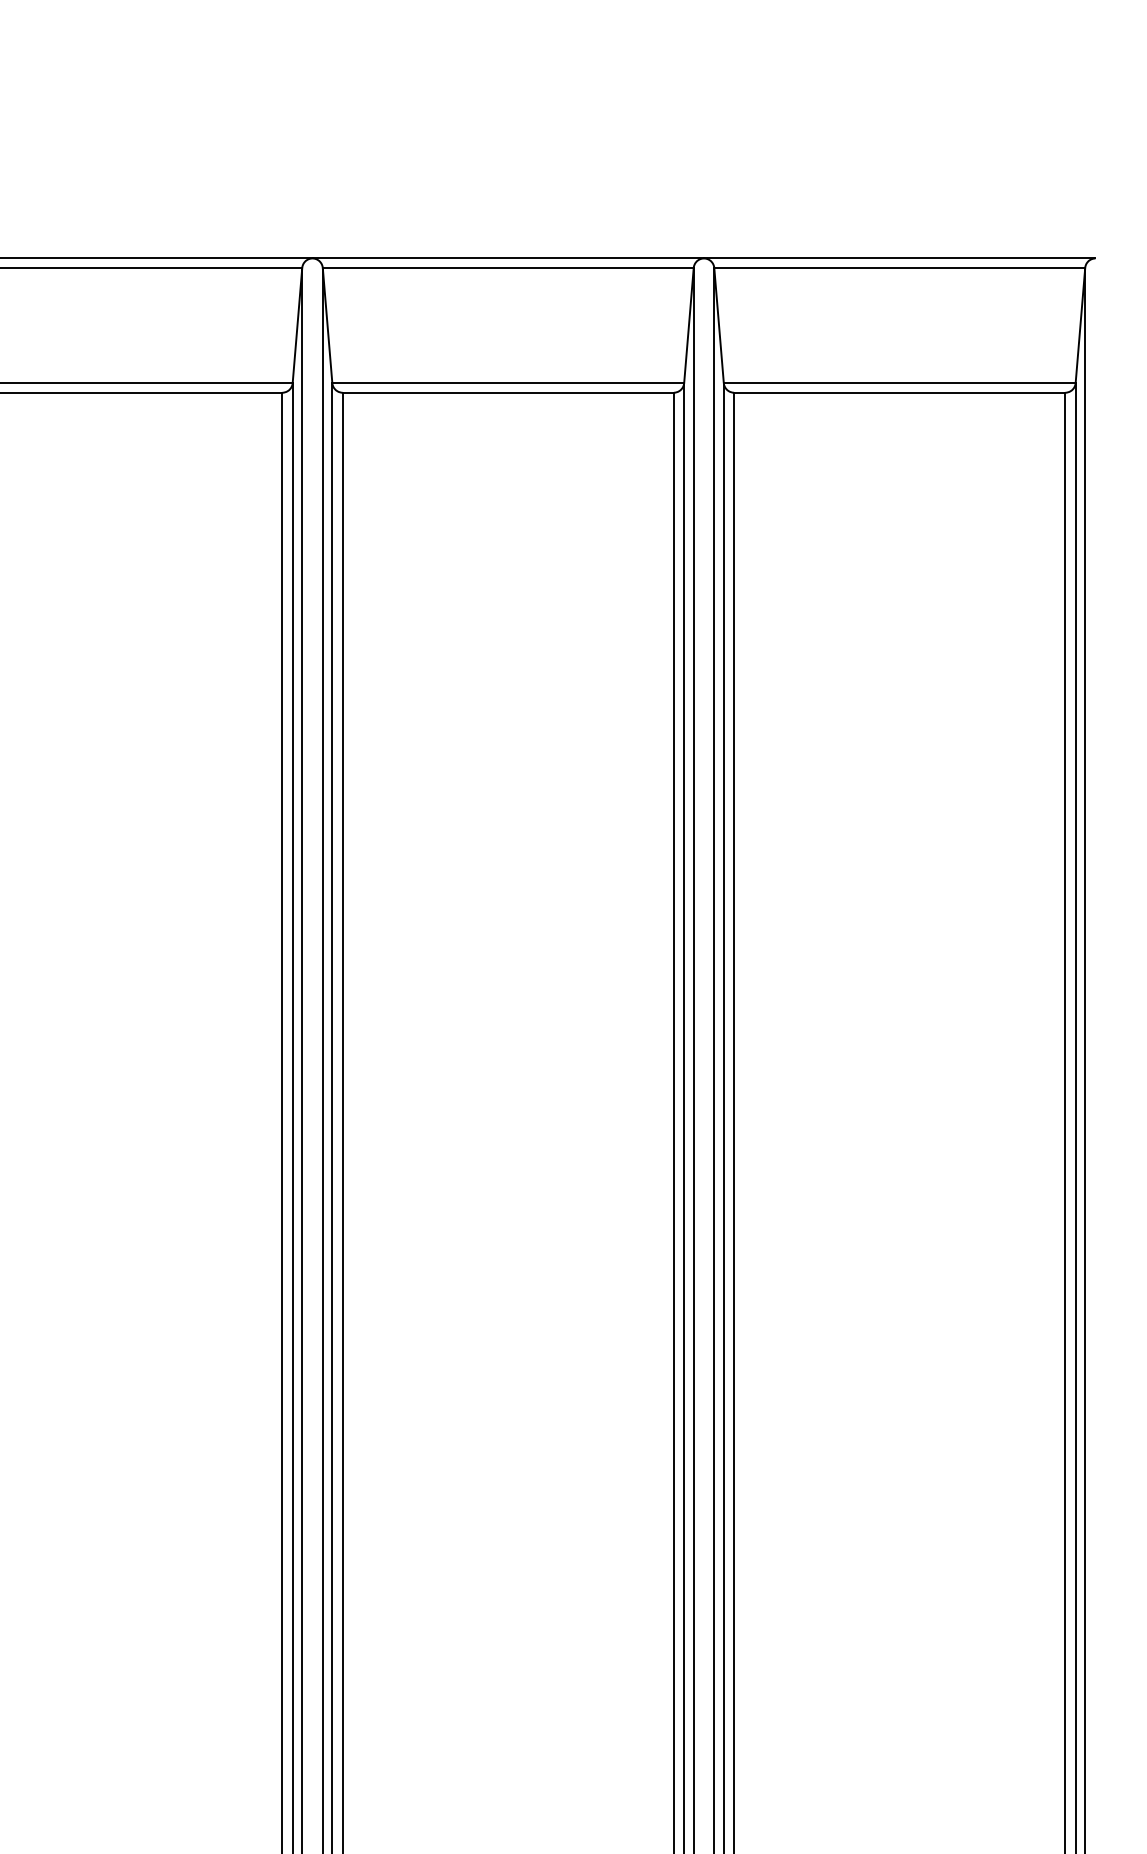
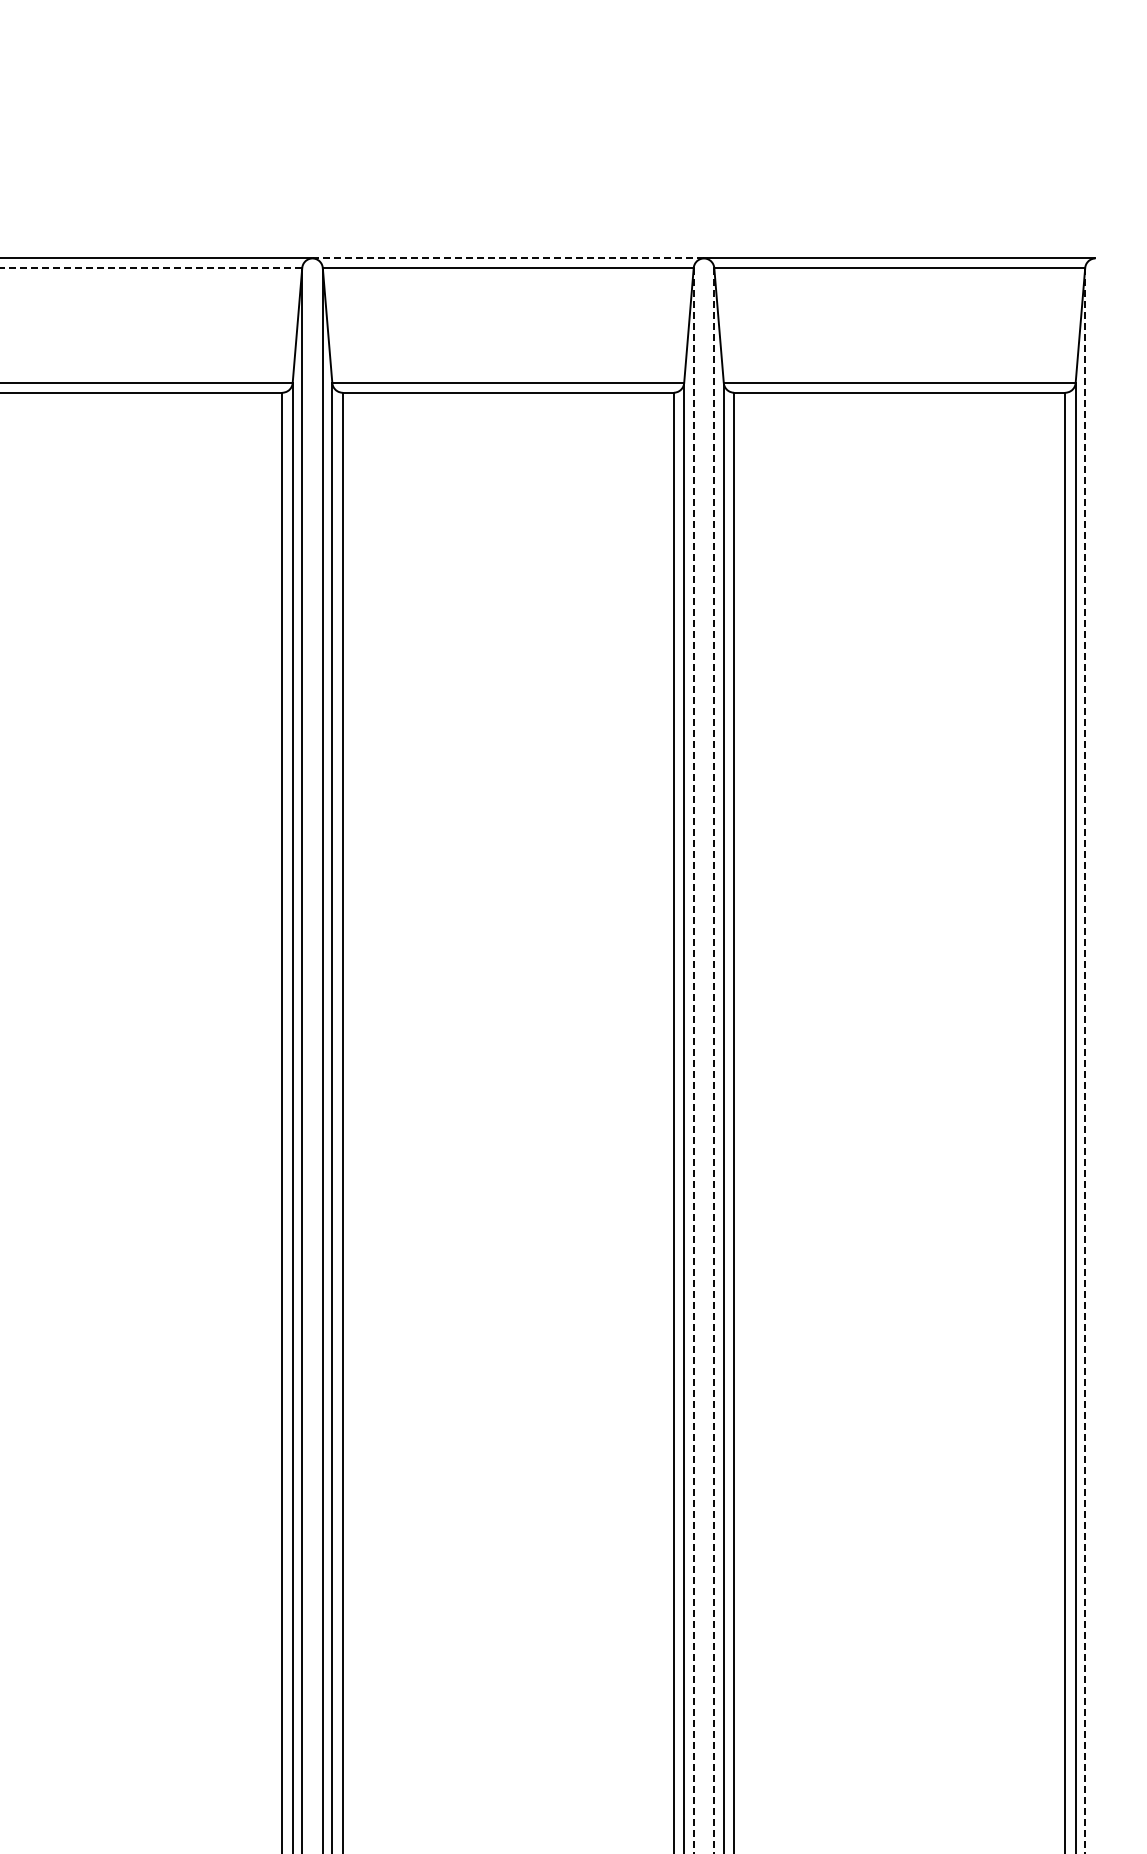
line at (508, 258): solid -> dashed
line at (151, 267): solid -> dashed
line at (693, 1060): solid -> dashed
line at (714, 1060): solid -> dashed
line at (1085, 1060): solid -> dashed
